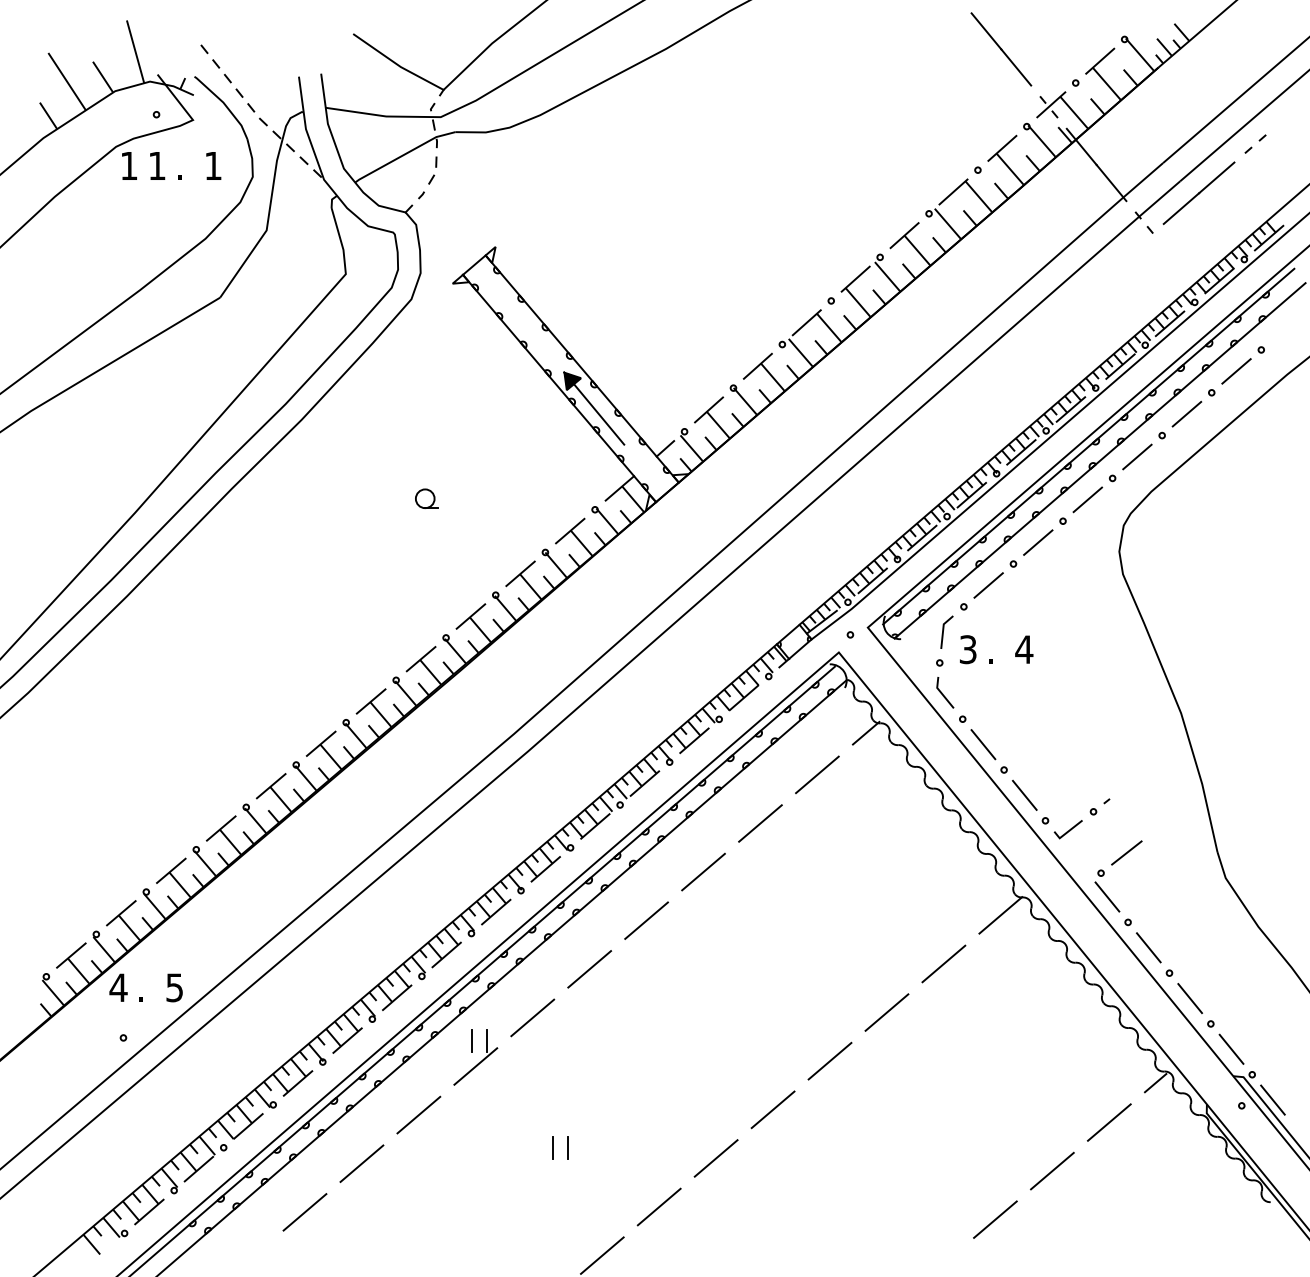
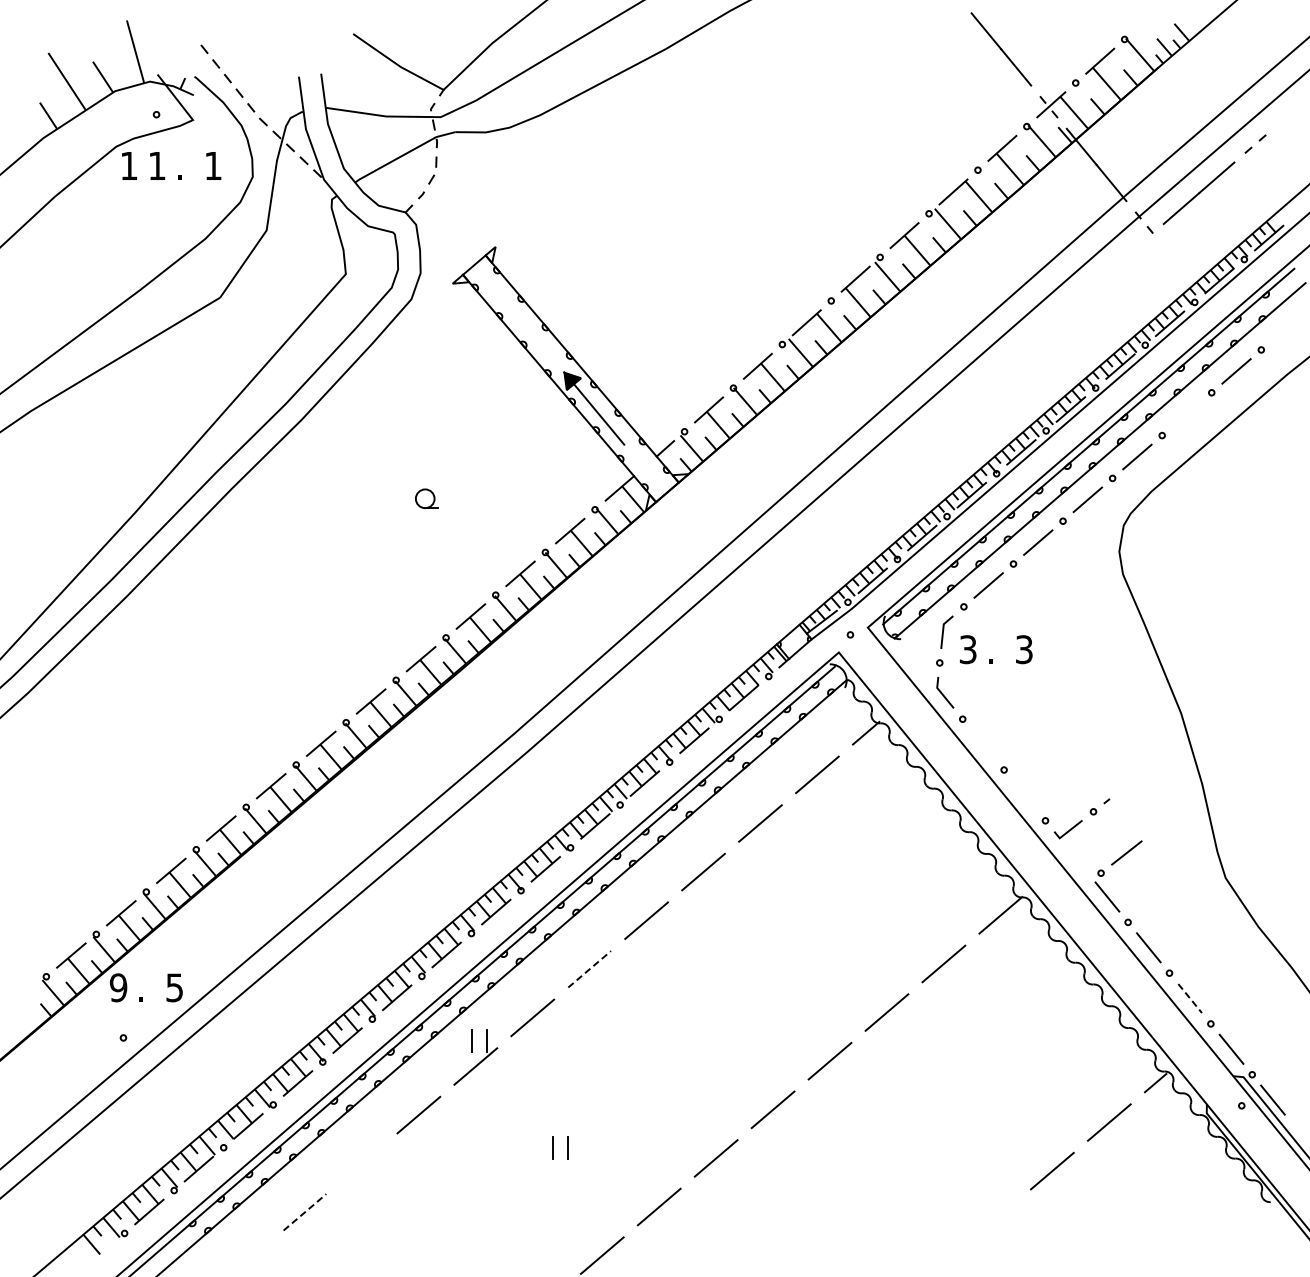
line at (1186, 413): present -> none
text at (1024, 649): 4 -> 3
line at (983, 744): present -> none
line at (1024, 794): present -> none
line at (590, 968): solid -> dashed
text at (118, 987): 4 -> 9
line at (1190, 998): solid -> dashed
line at (361, 1163): present -> none
line at (305, 1212): solid -> dashed
line at (995, 1219): present -> none
